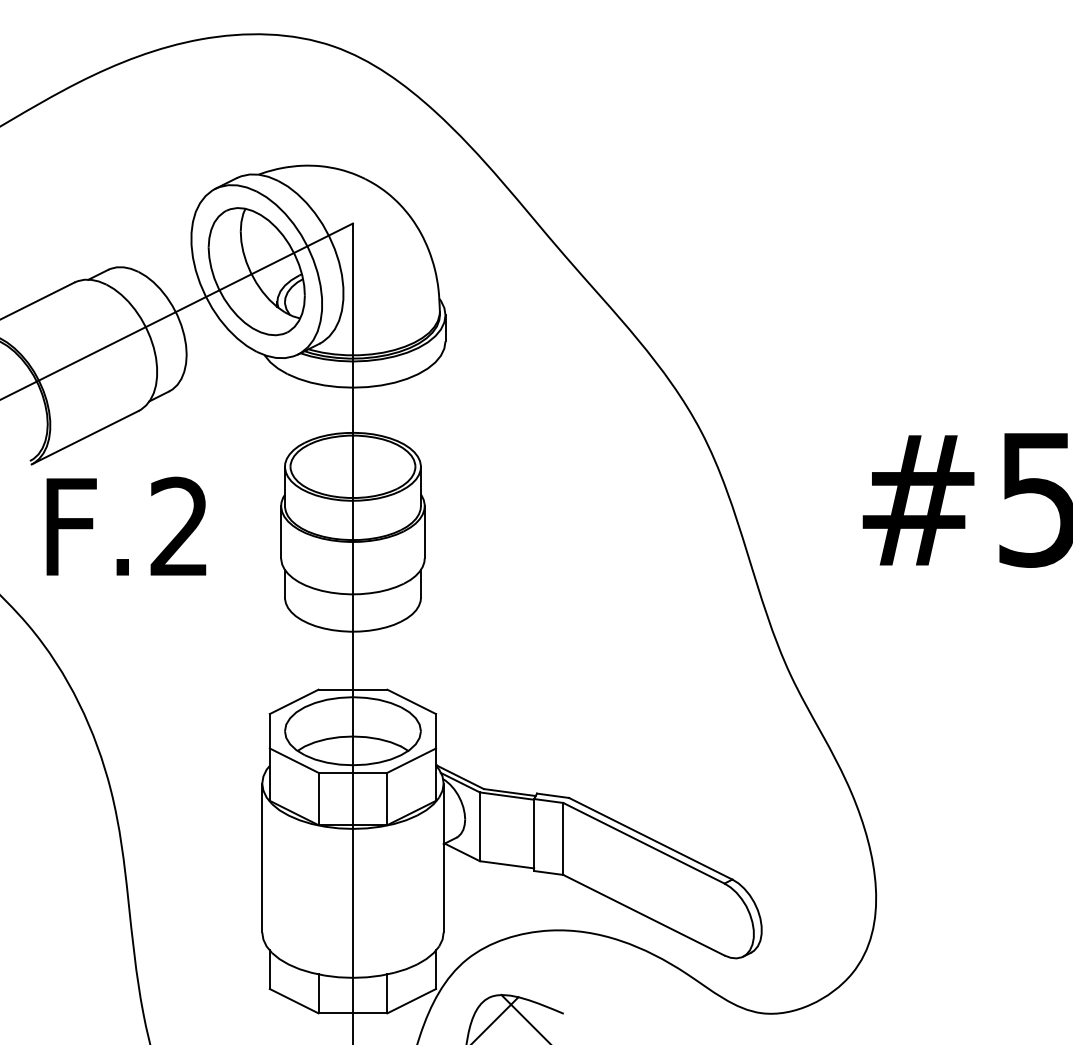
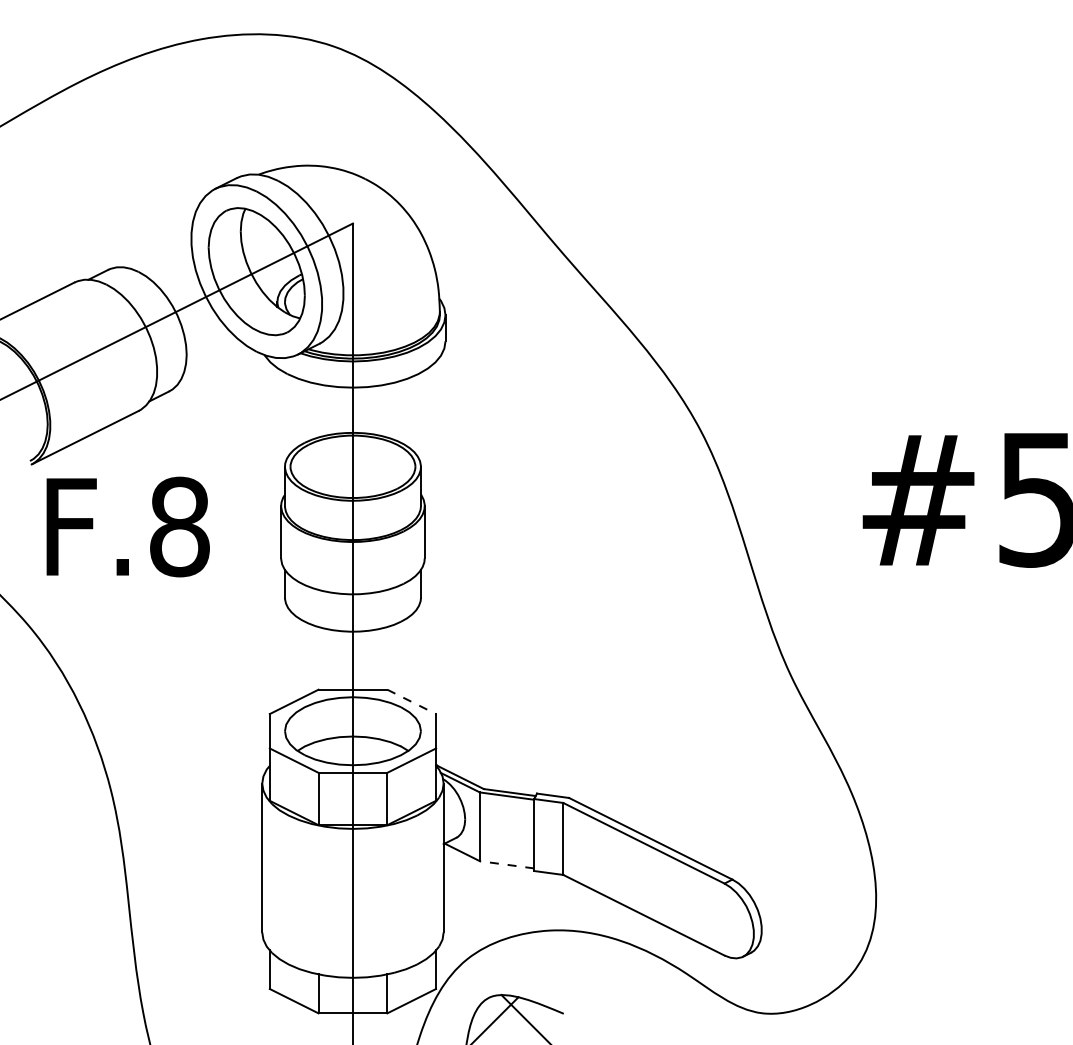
text at (179, 526): F.2 -> F.8
line at (412, 702): solid -> dashed
line at (506, 864): solid -> dashed
